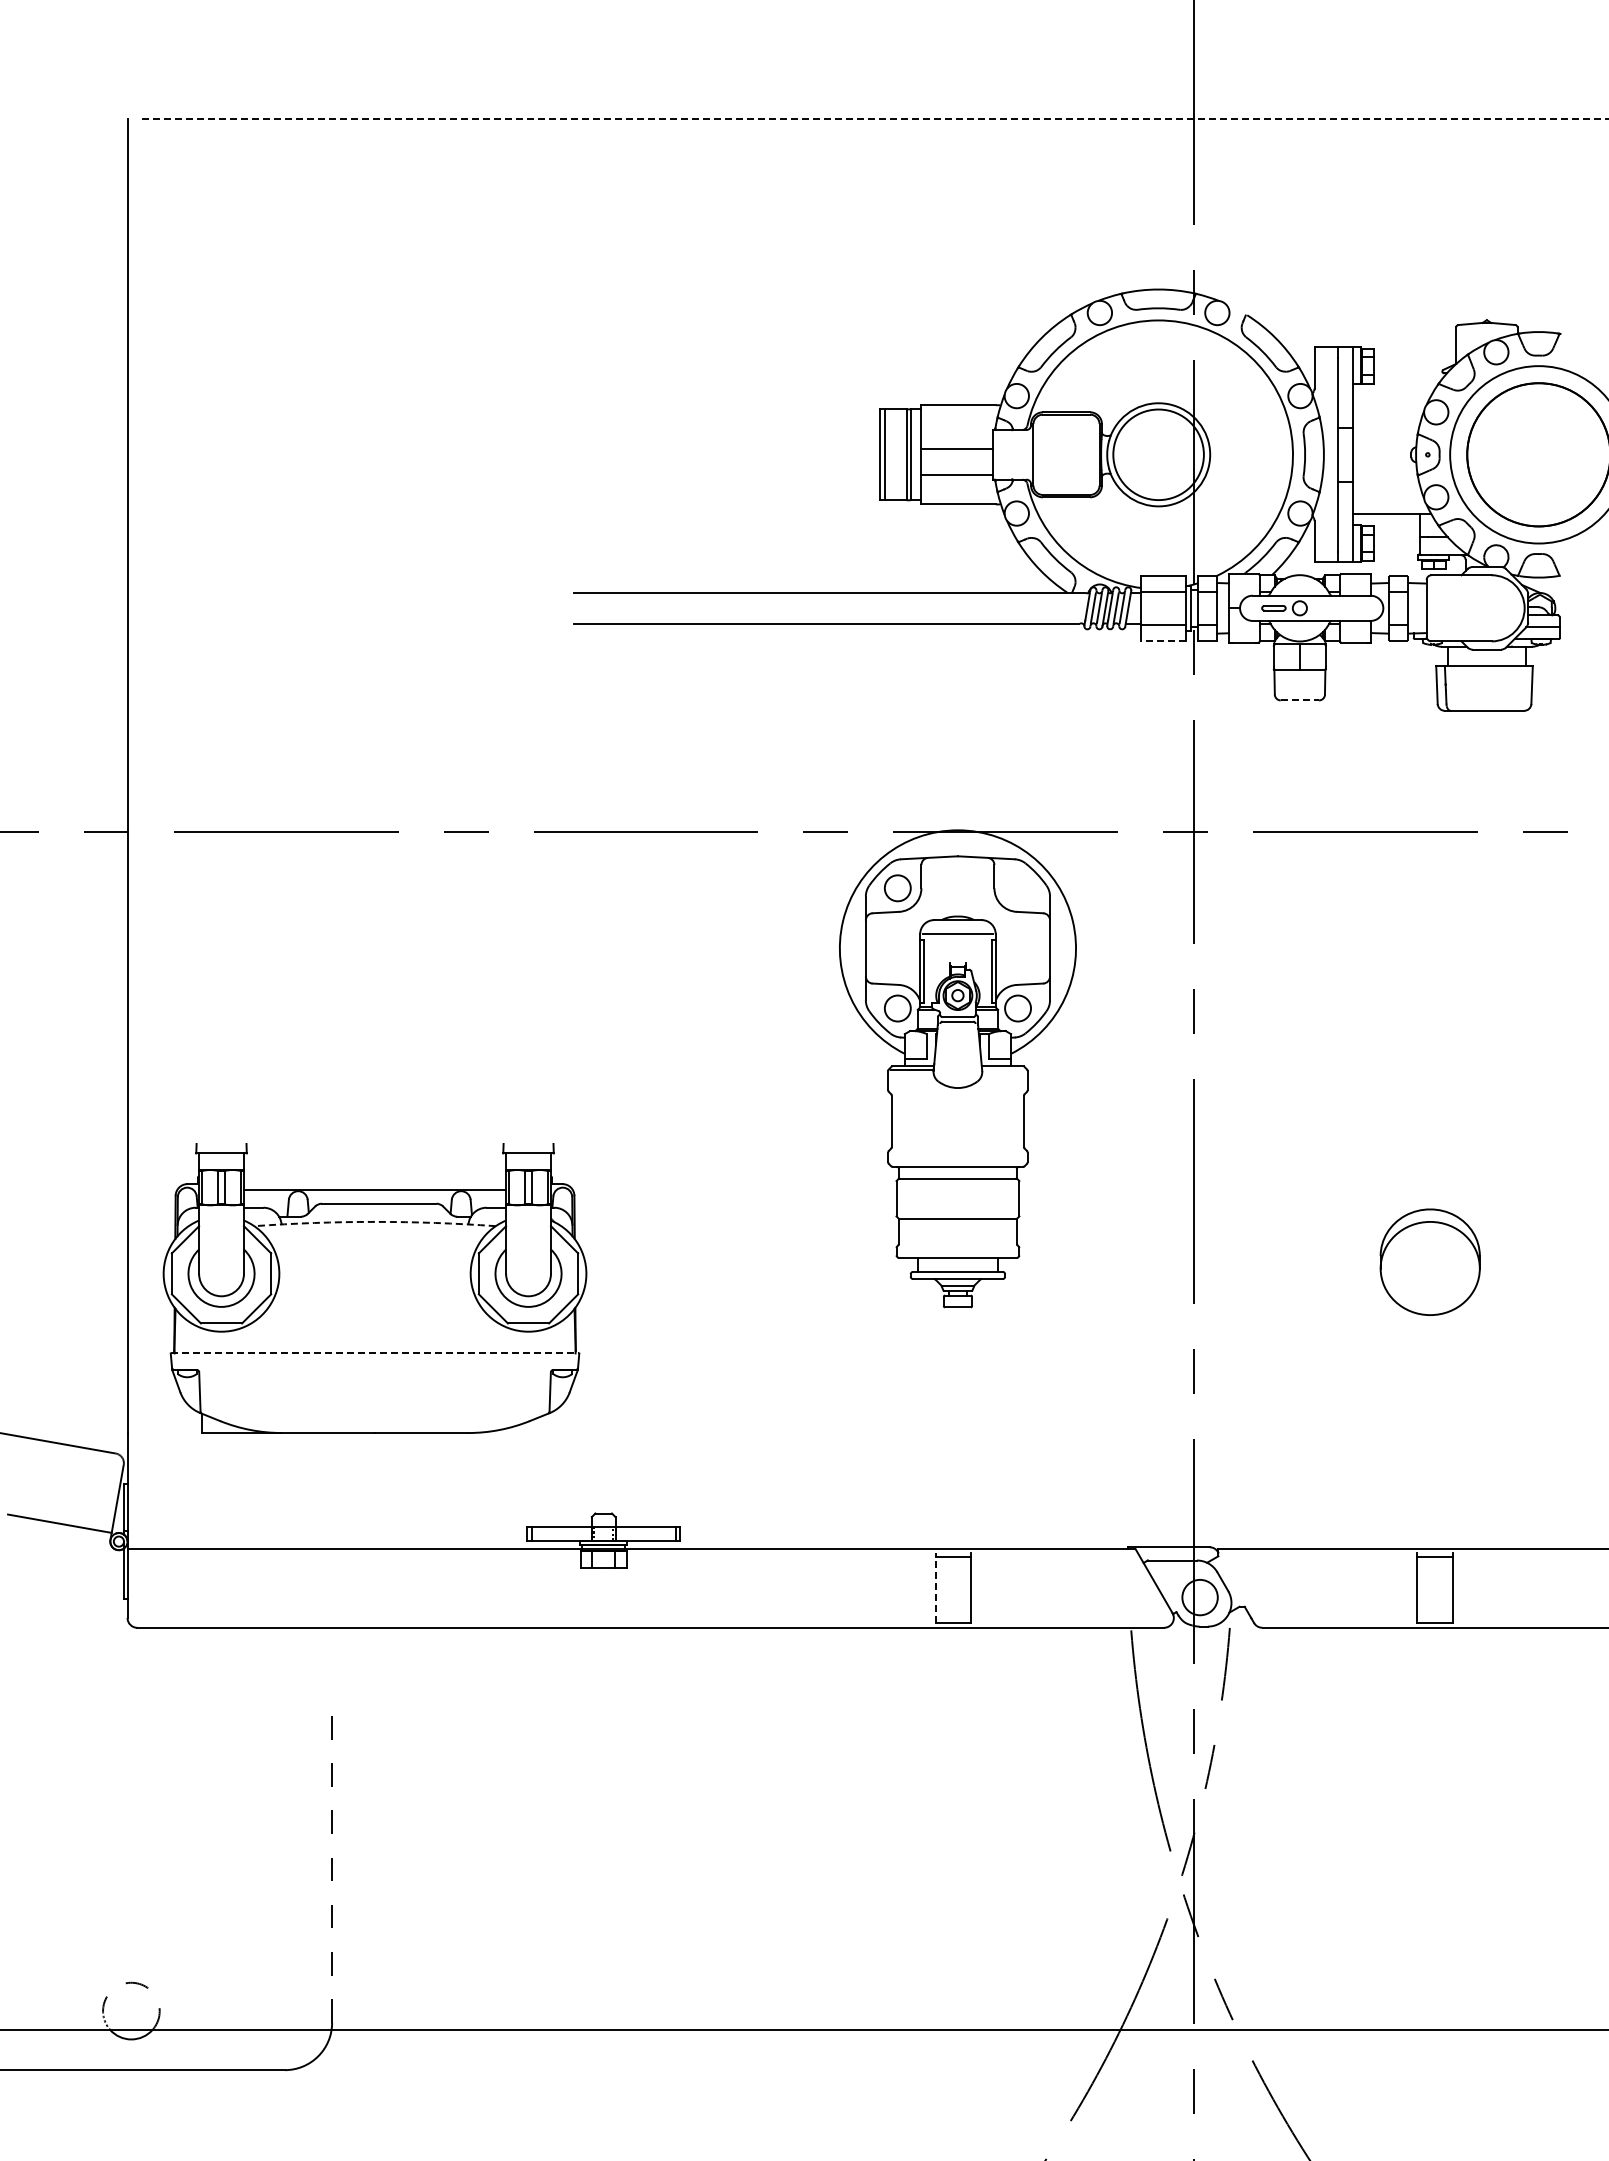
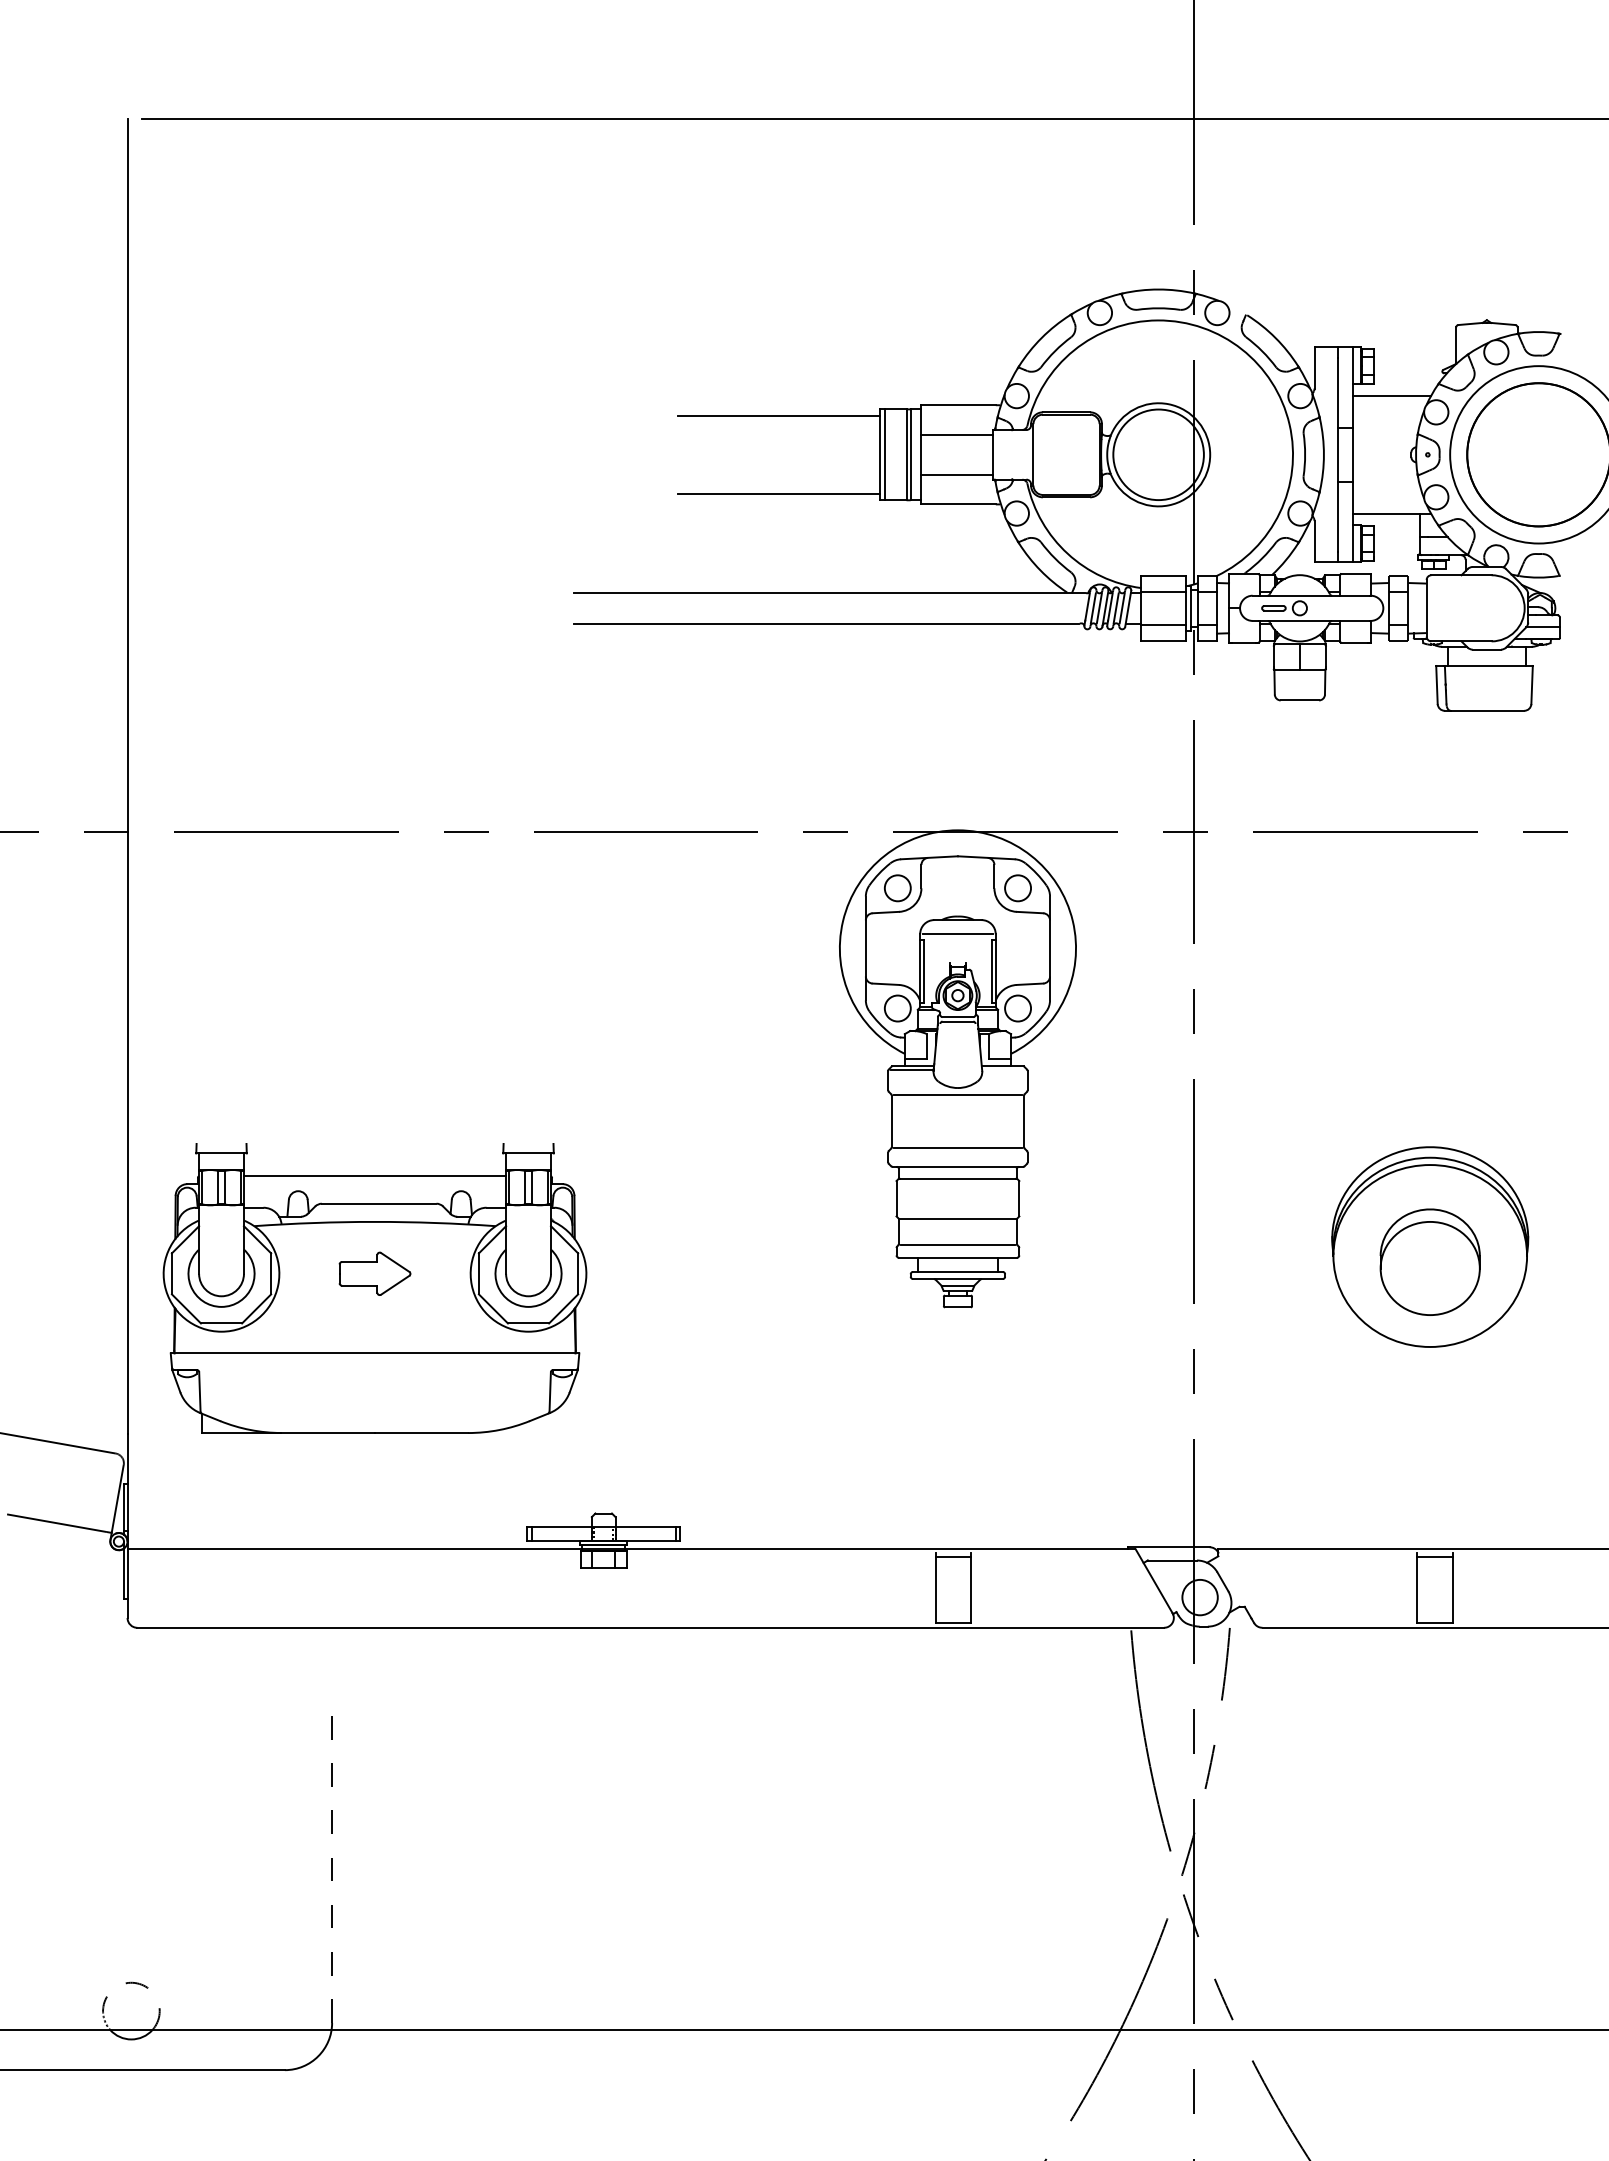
line at (875, 119): dashed -> solid
line at (1392, 395): none -> present
line at (778, 415): none -> present
line at (957, 448) position: (957, 448) -> (957, 434)
line at (778, 493): none -> present
line at (1163, 641): dashed -> solid
line at (1300, 700): dashed -> solid
circle at (1017, 888): none -> present
line at (957, 1094): none -> present
line at (957, 1147): none -> present
line at (374, 1189) position: (374, 1189) -> (374, 1175)
arc at (375, 1221): dashed -> solid
line at (957, 1244): none -> present
part at (1430, 1246): none -> present
part at (374, 1273): none -> present
line at (375, 1353): dashed -> solid
line at (935, 1587): dashed -> solid
